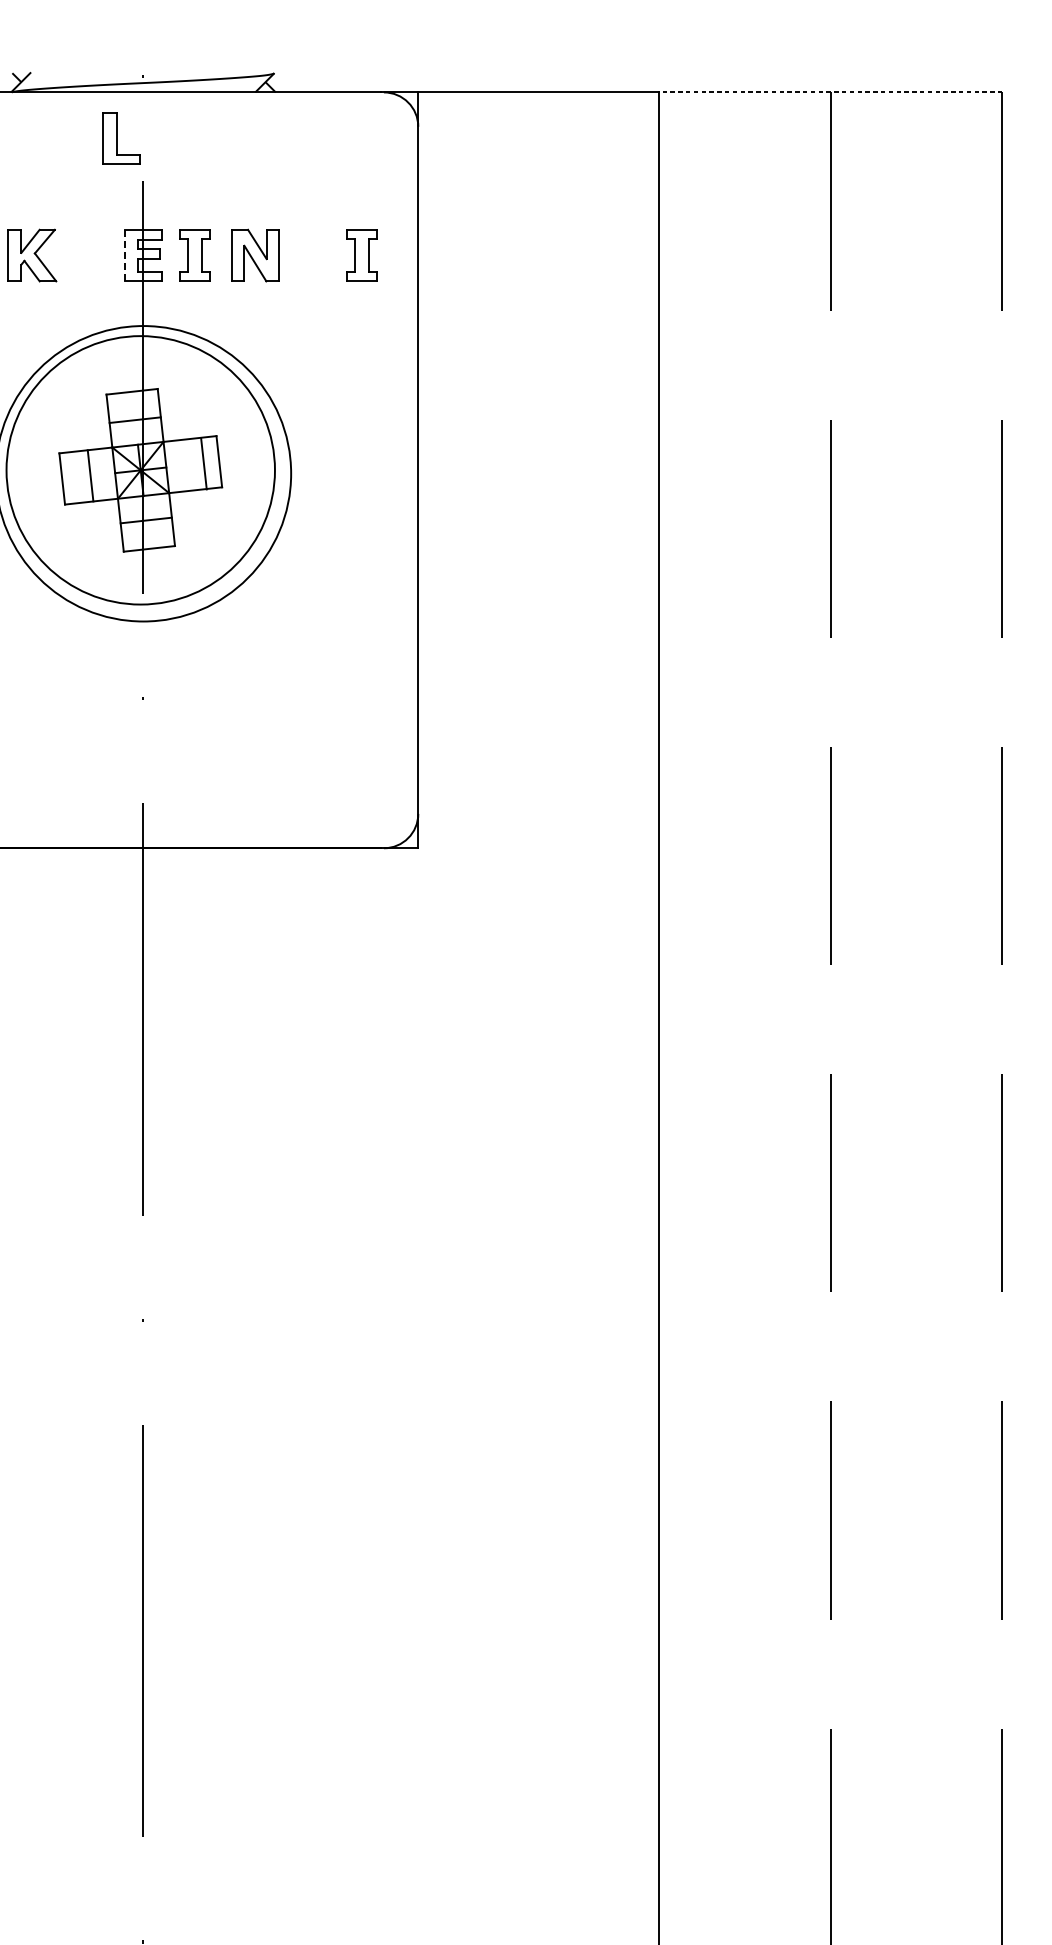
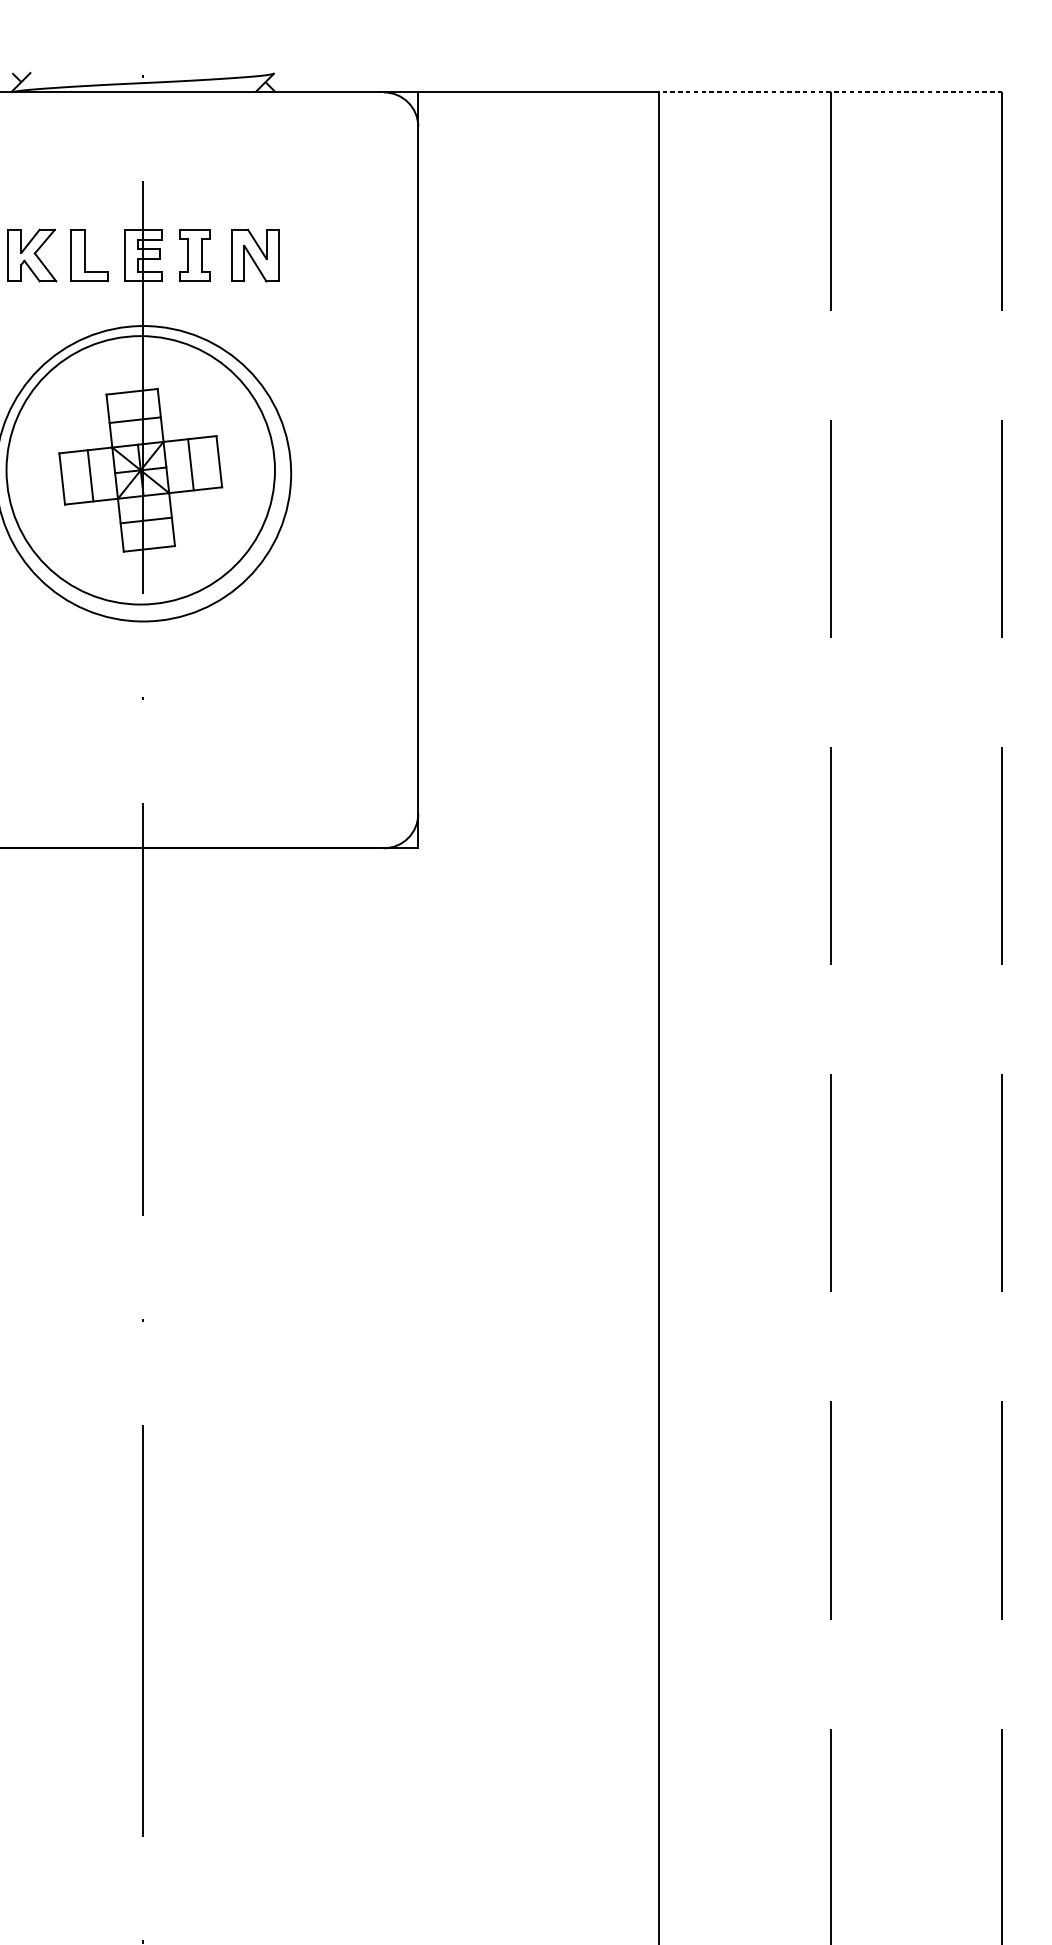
part at (121, 138) position: (121, 138) -> (89, 255)
line at (125, 255): dashed -> solid
part at (361, 255): present -> none
line at (203, 463) position: (203, 463) -> (190, 464)
